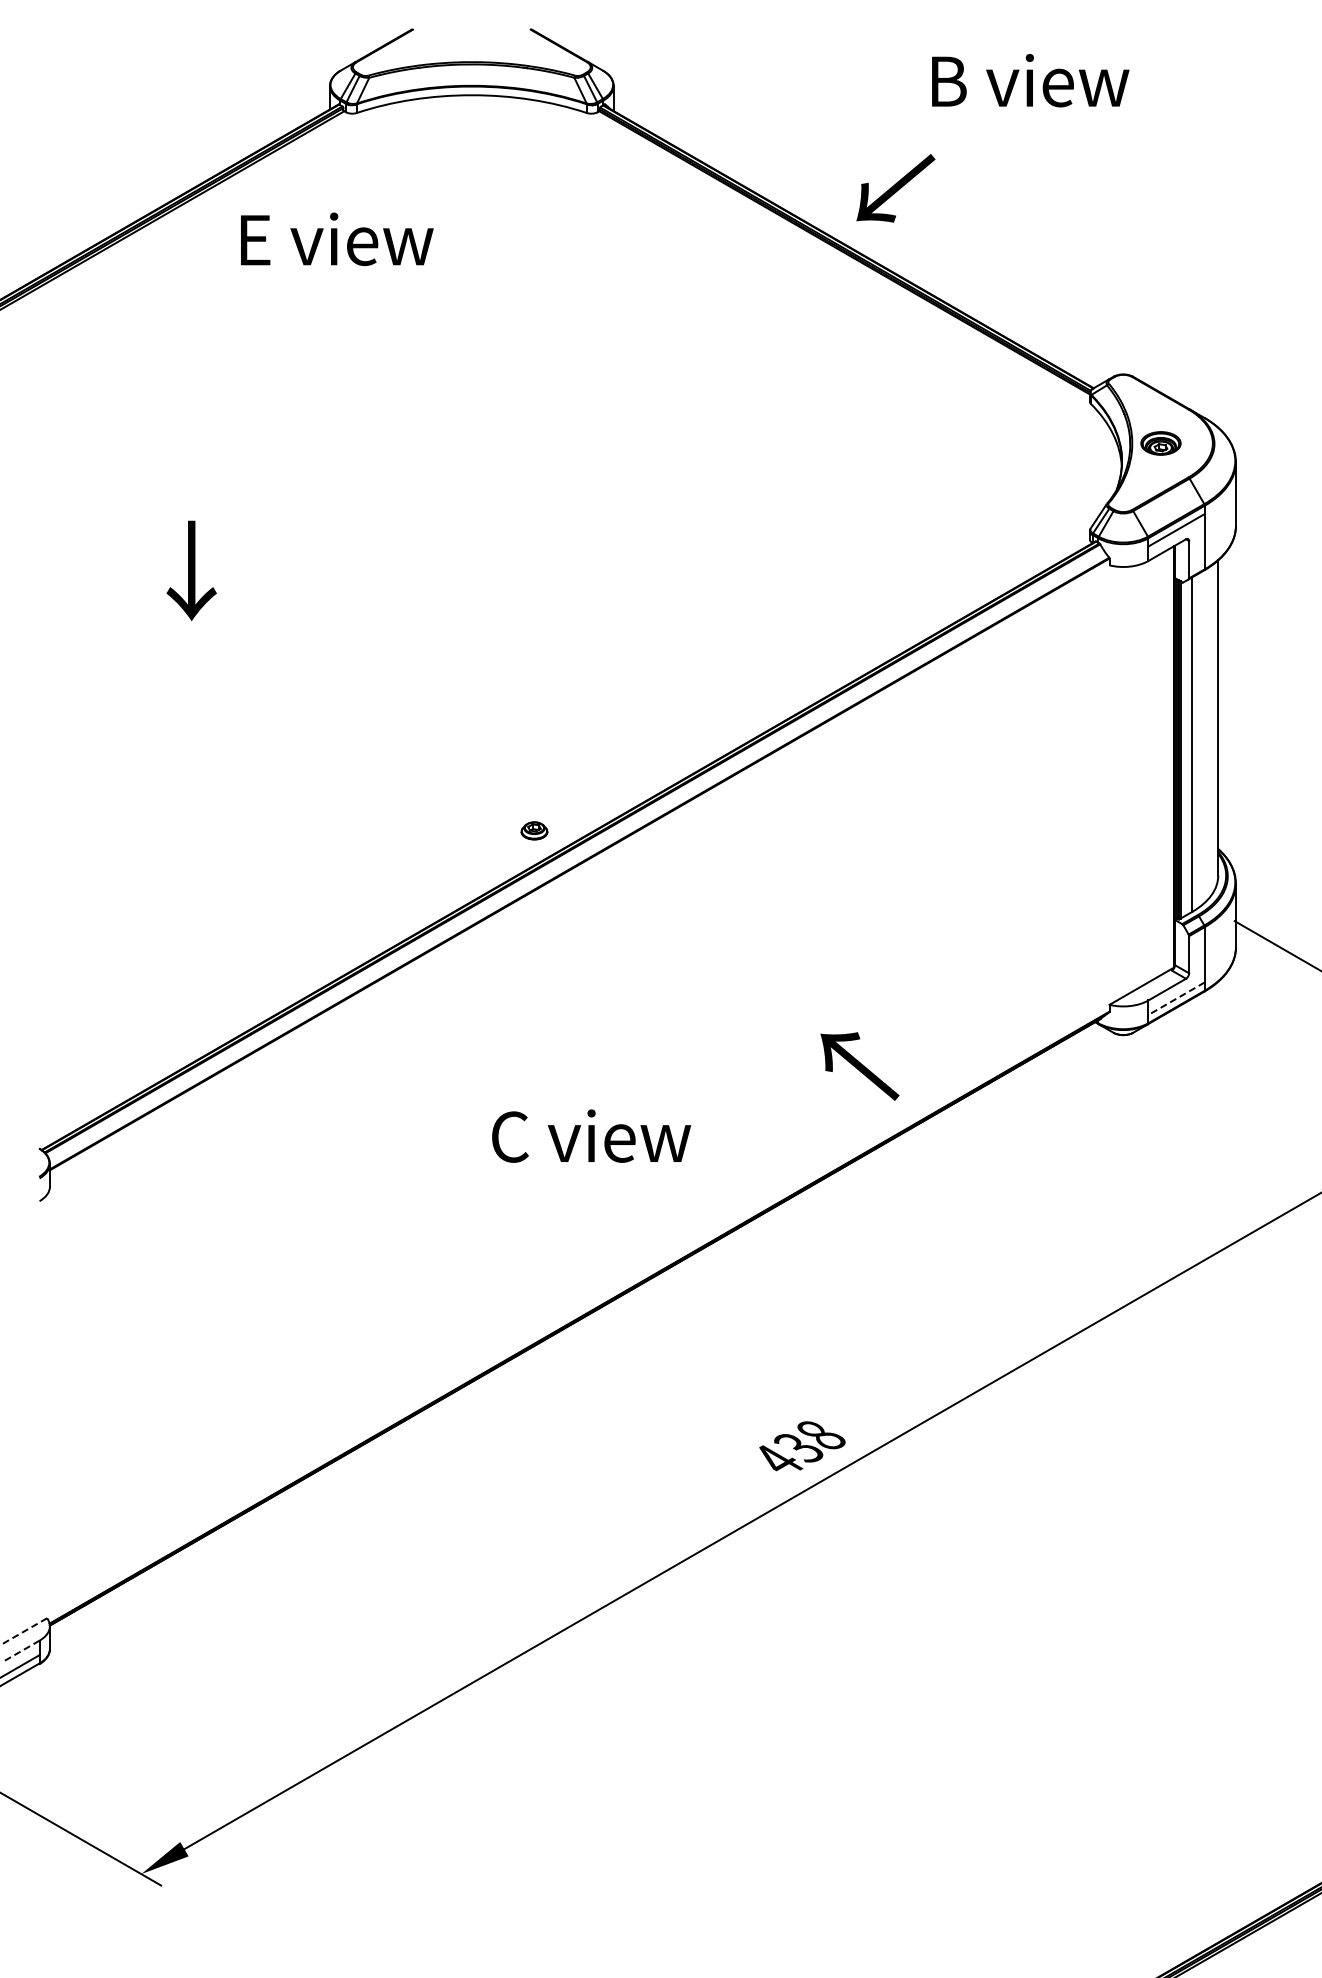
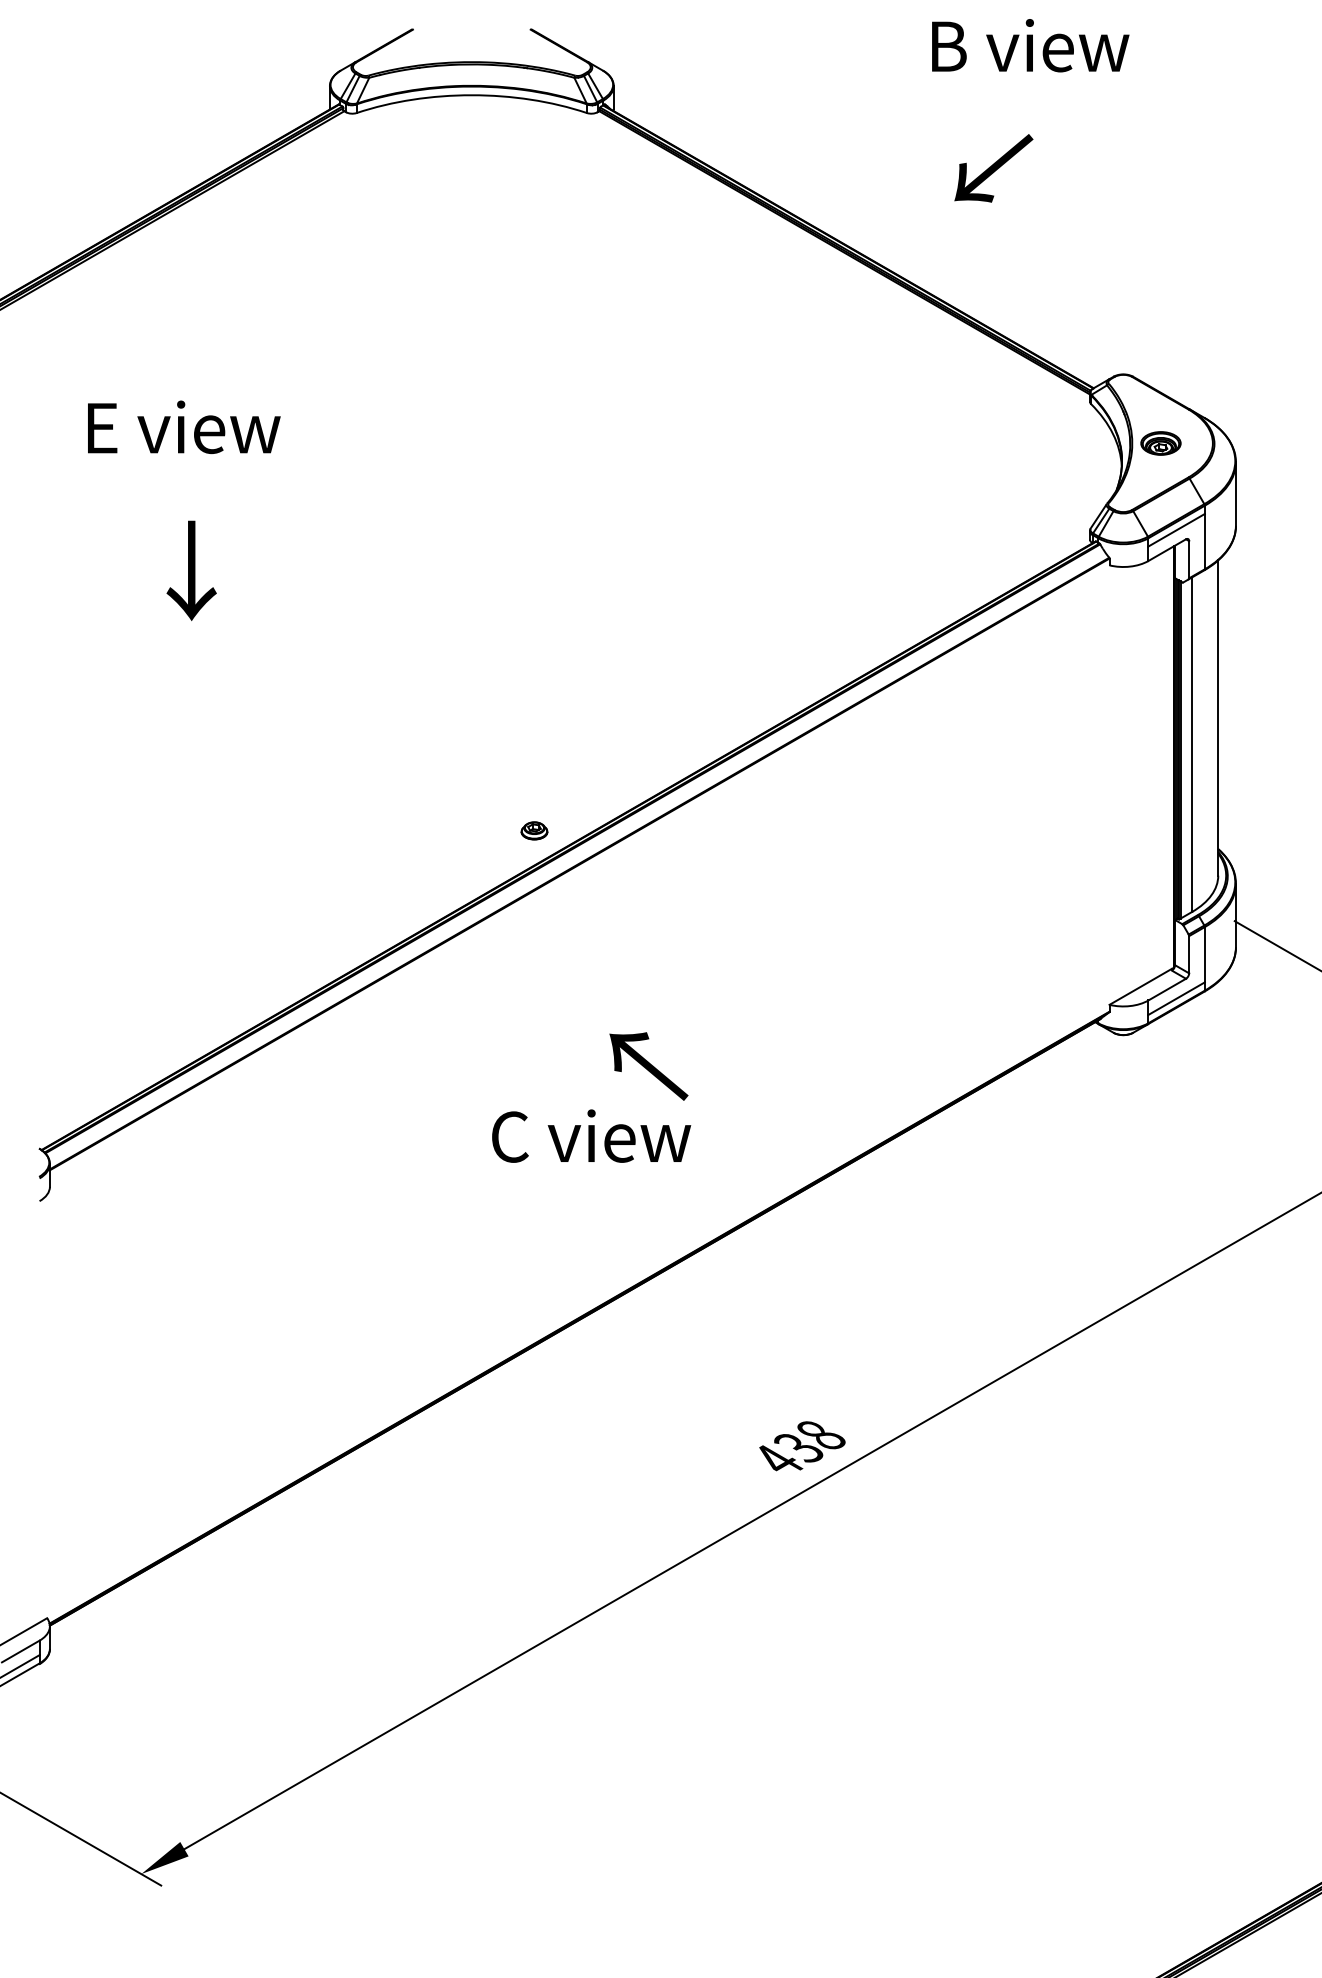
text at (1030, 80) position: (1030, 80) -> (1030, 45)
text at (895, 188) position: (895, 188) -> (993, 168)
text at (337, 238) position: (337, 238) -> (184, 426)
line at (1176, 998): dashed -> solid
text at (859, 1066) position: (859, 1066) -> (648, 1066)
line at (23, 1631): dashed -> solid
line at (20, 1651): dashed -> solid
